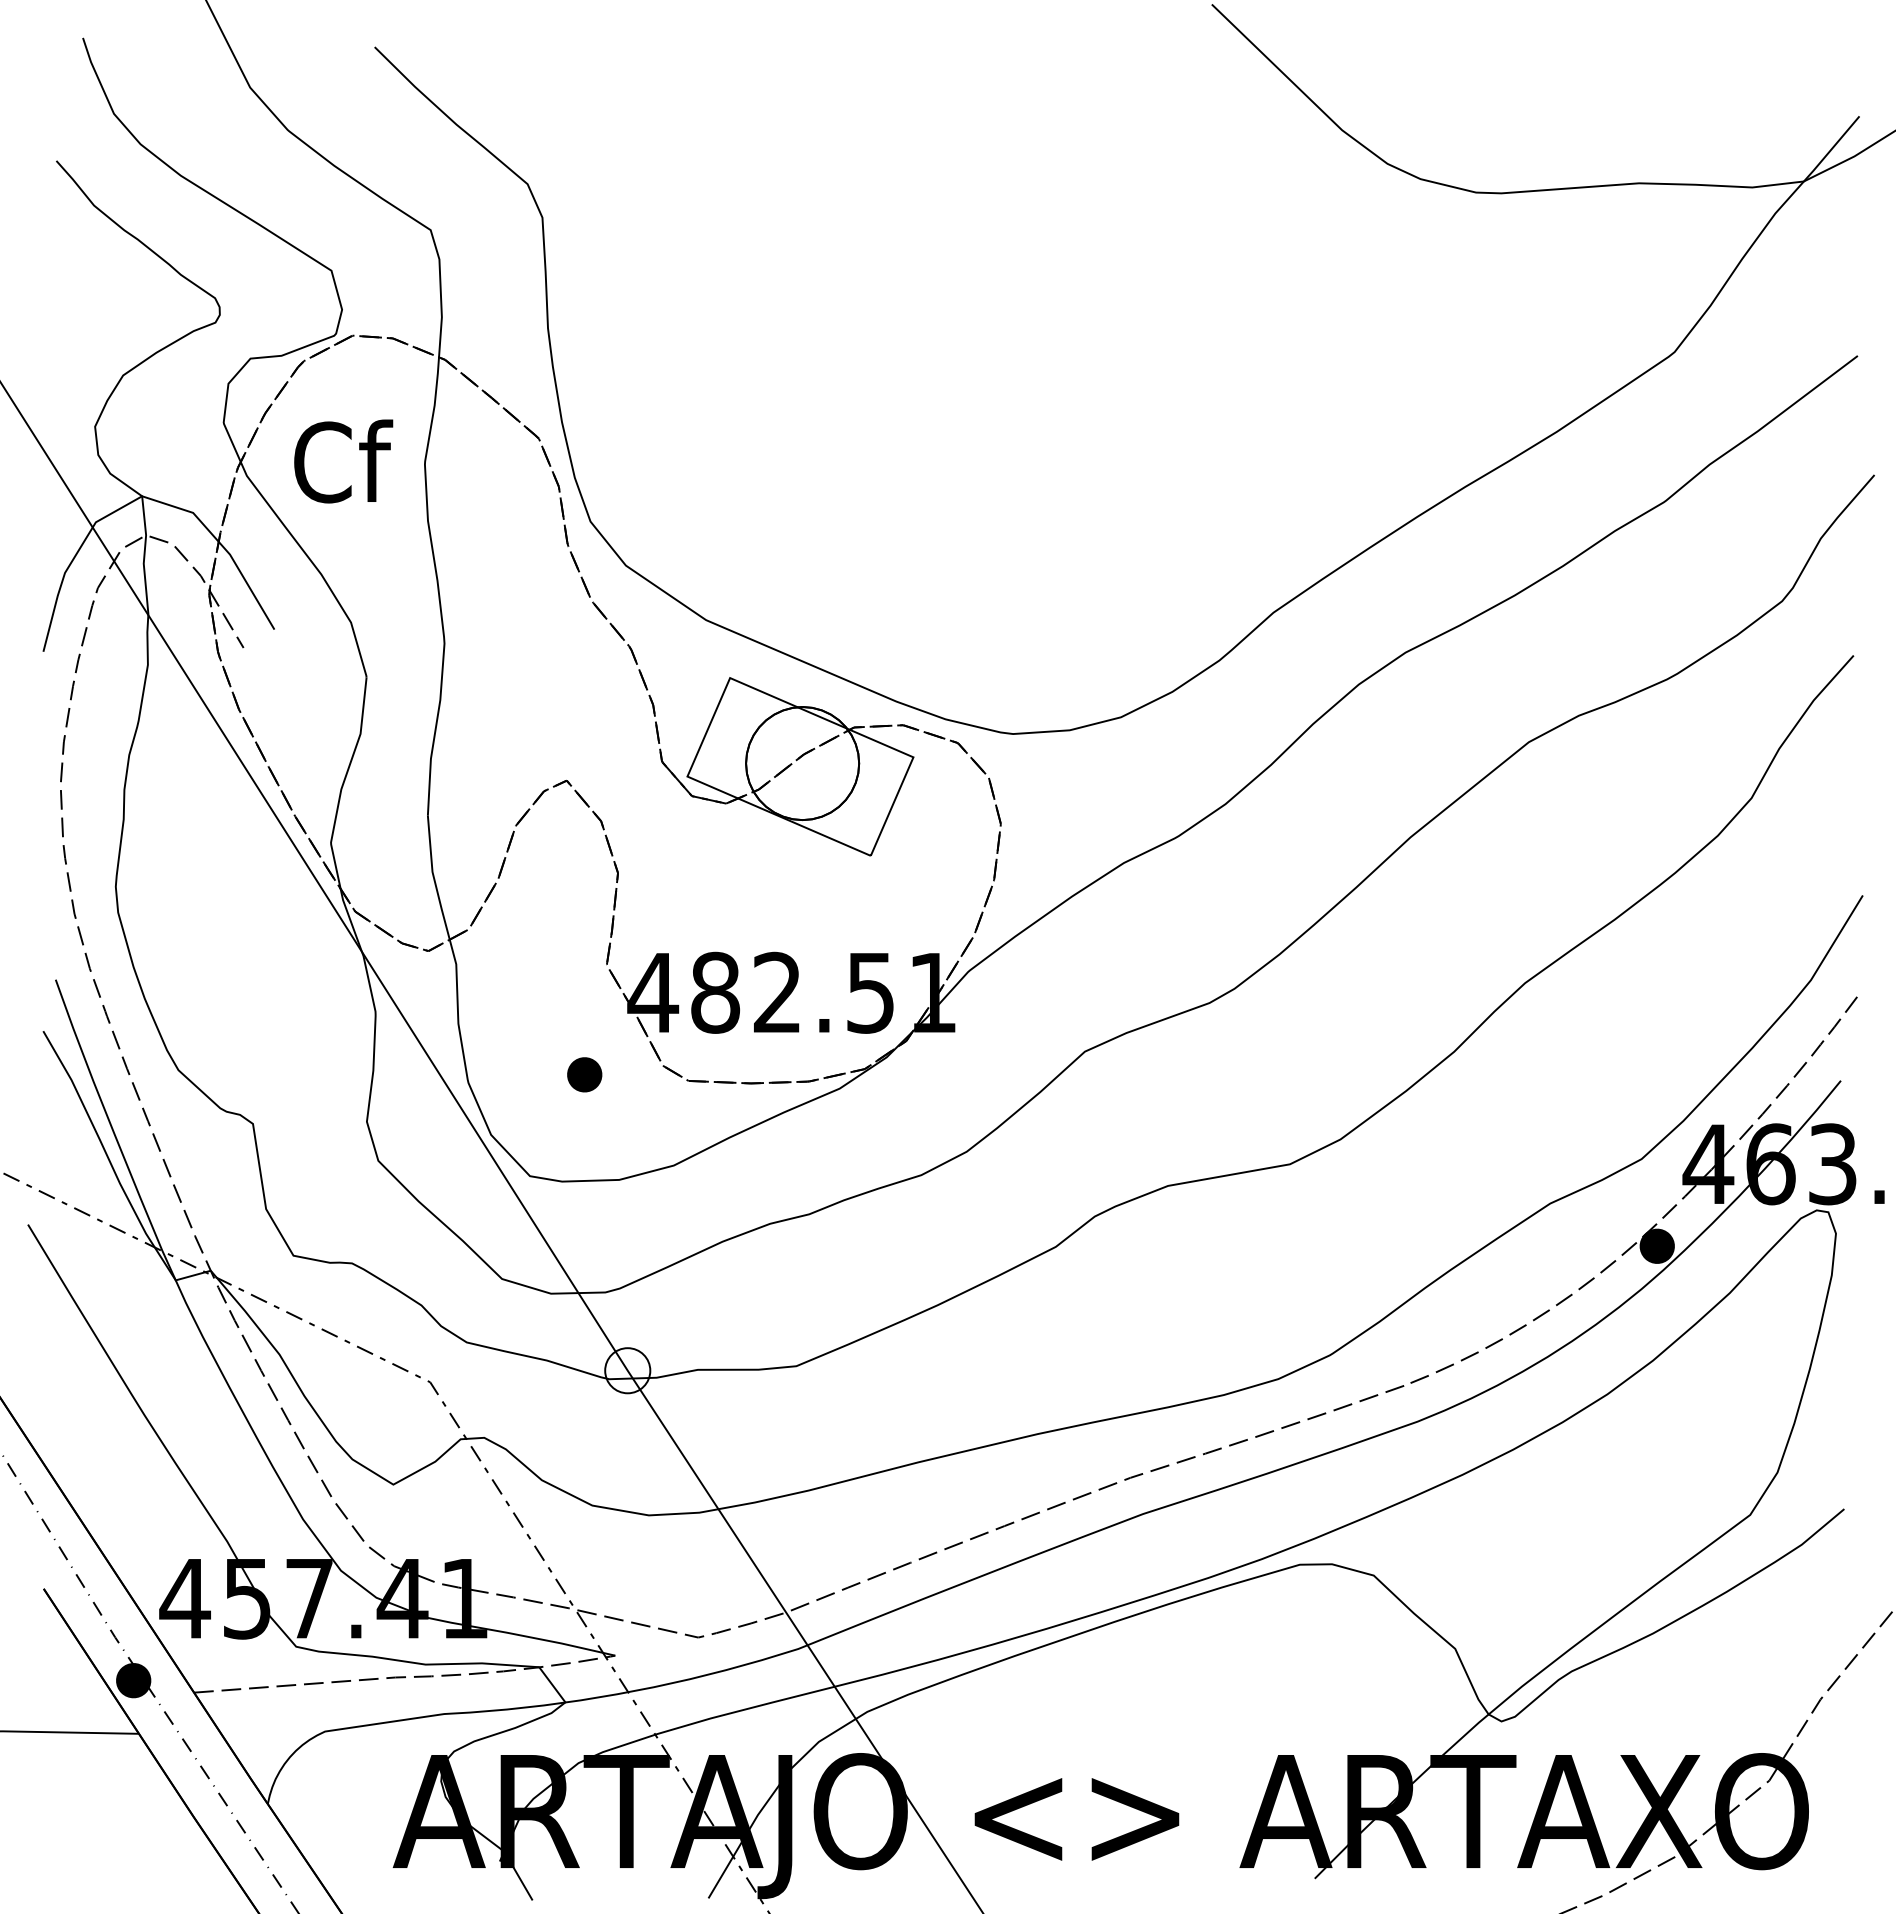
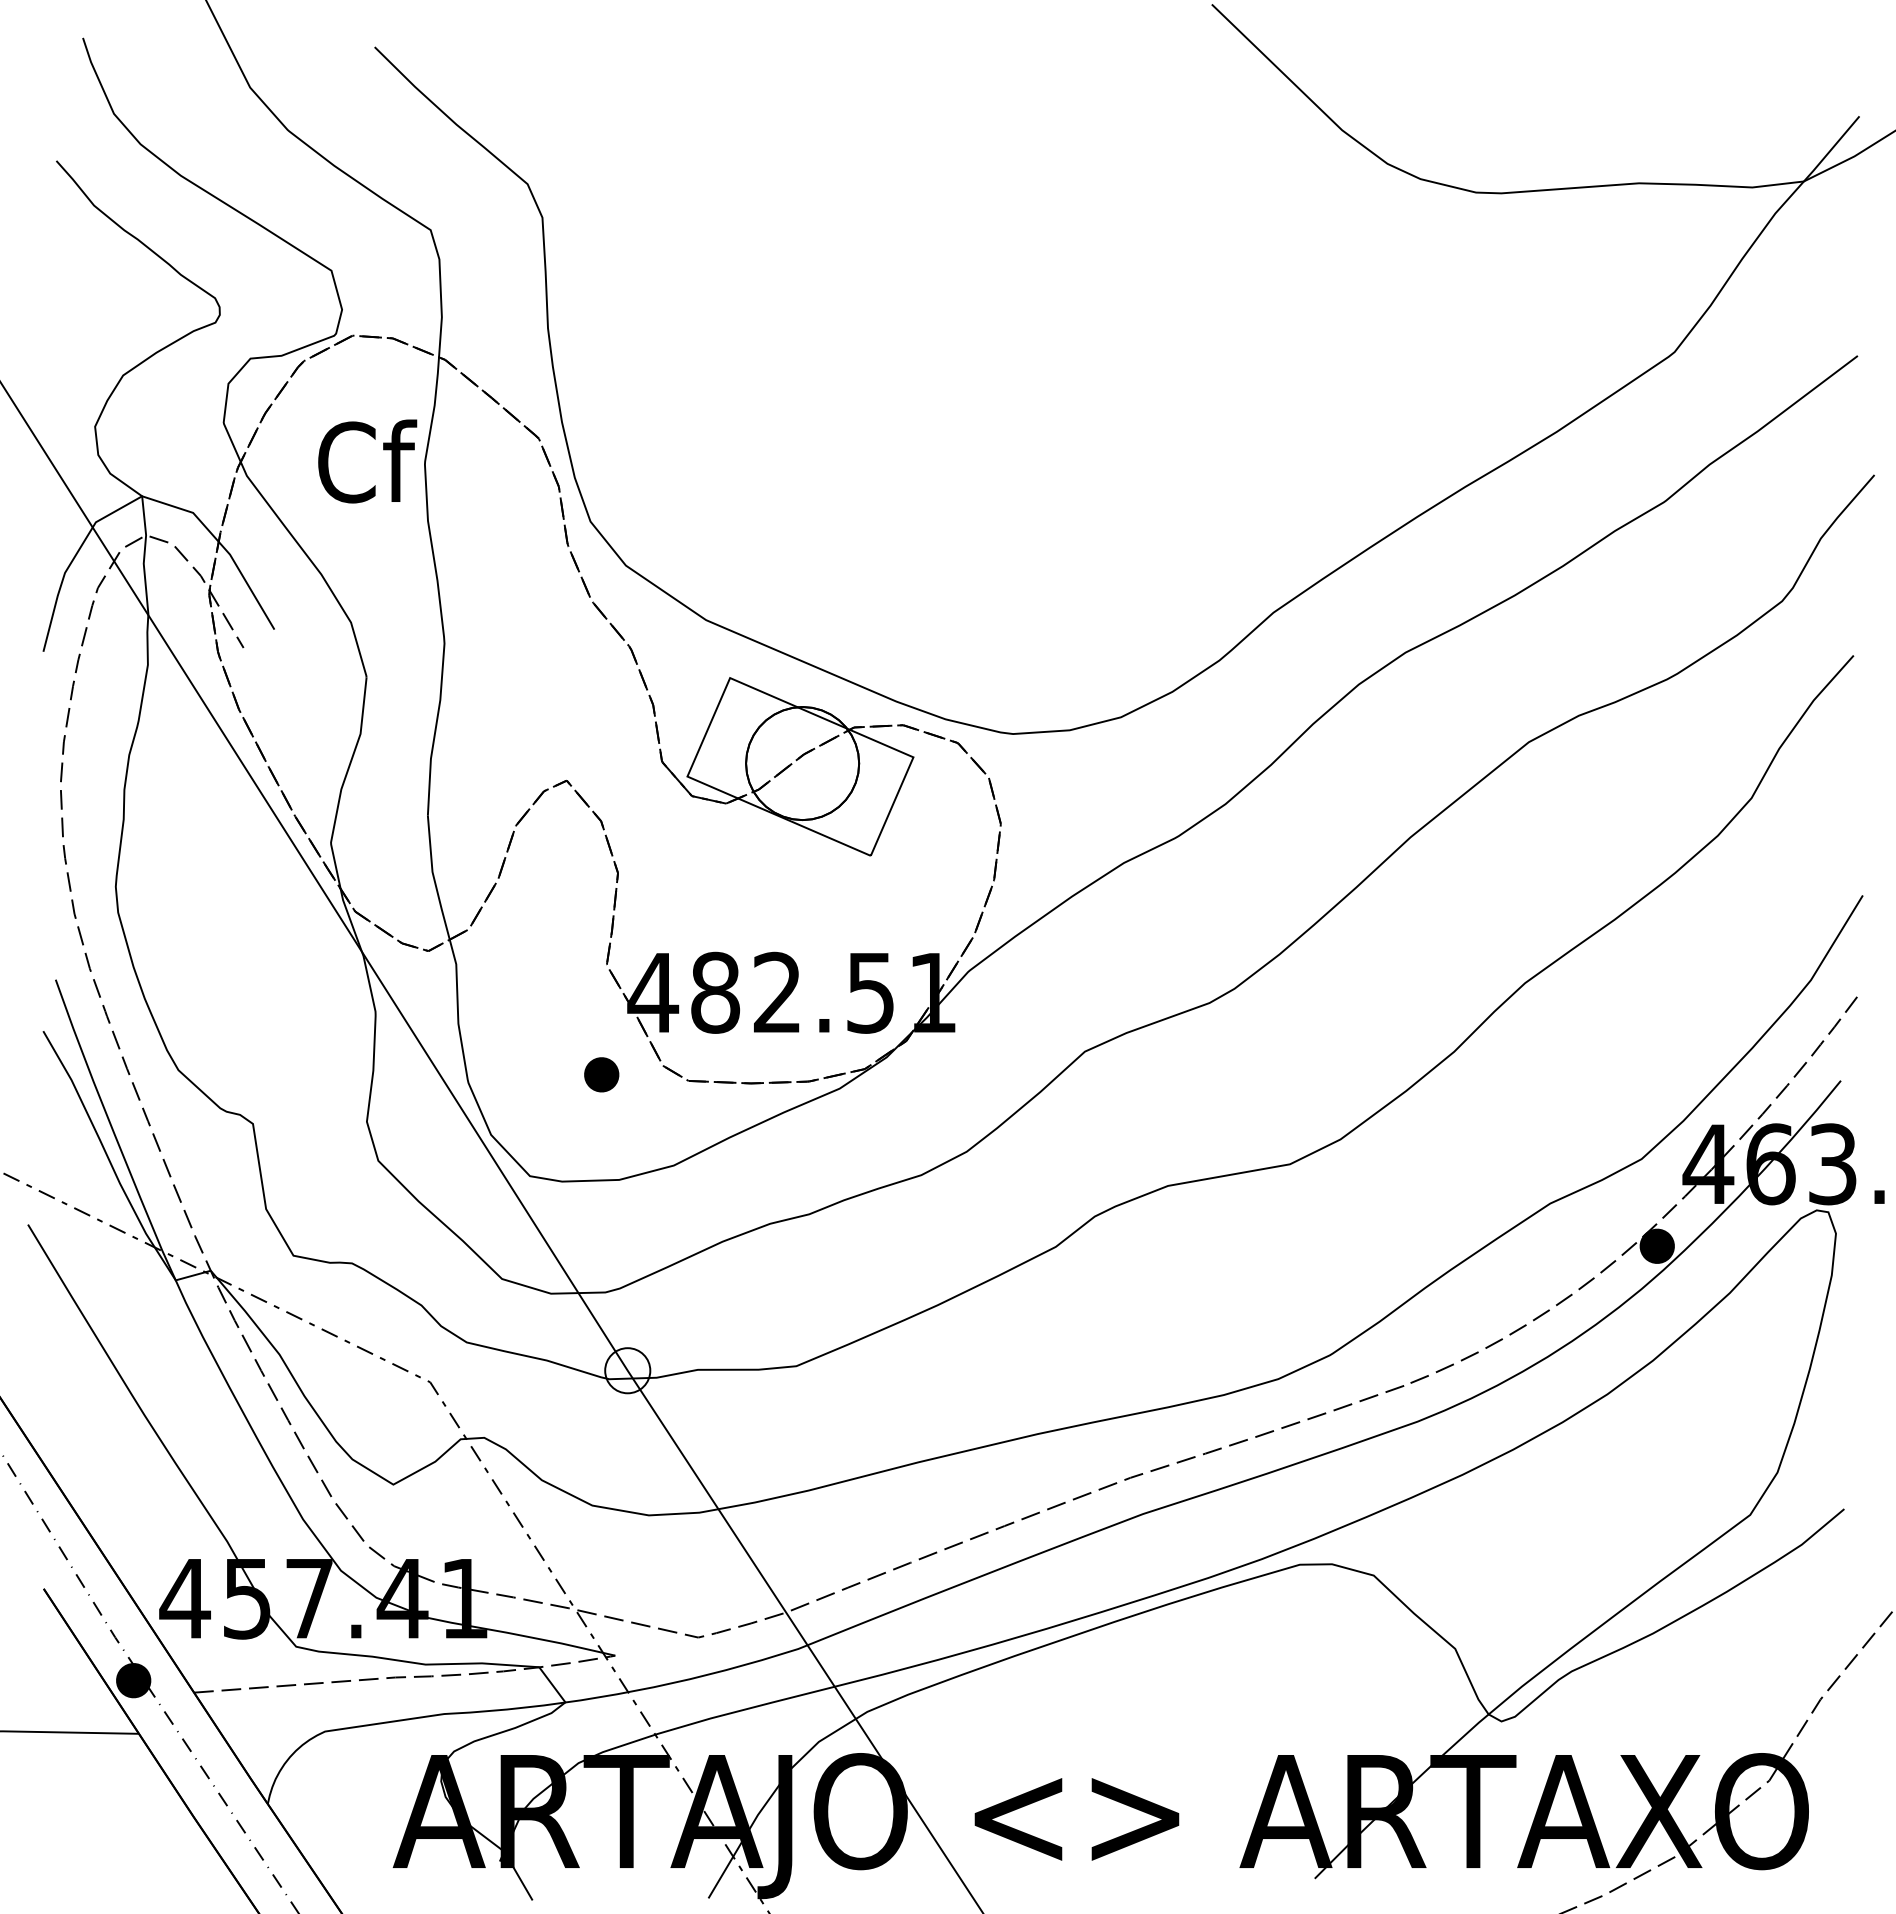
text at (343, 461) position: (343, 461) -> (367, 461)
part at (584, 1074) position: (584, 1074) -> (601, 1074)
